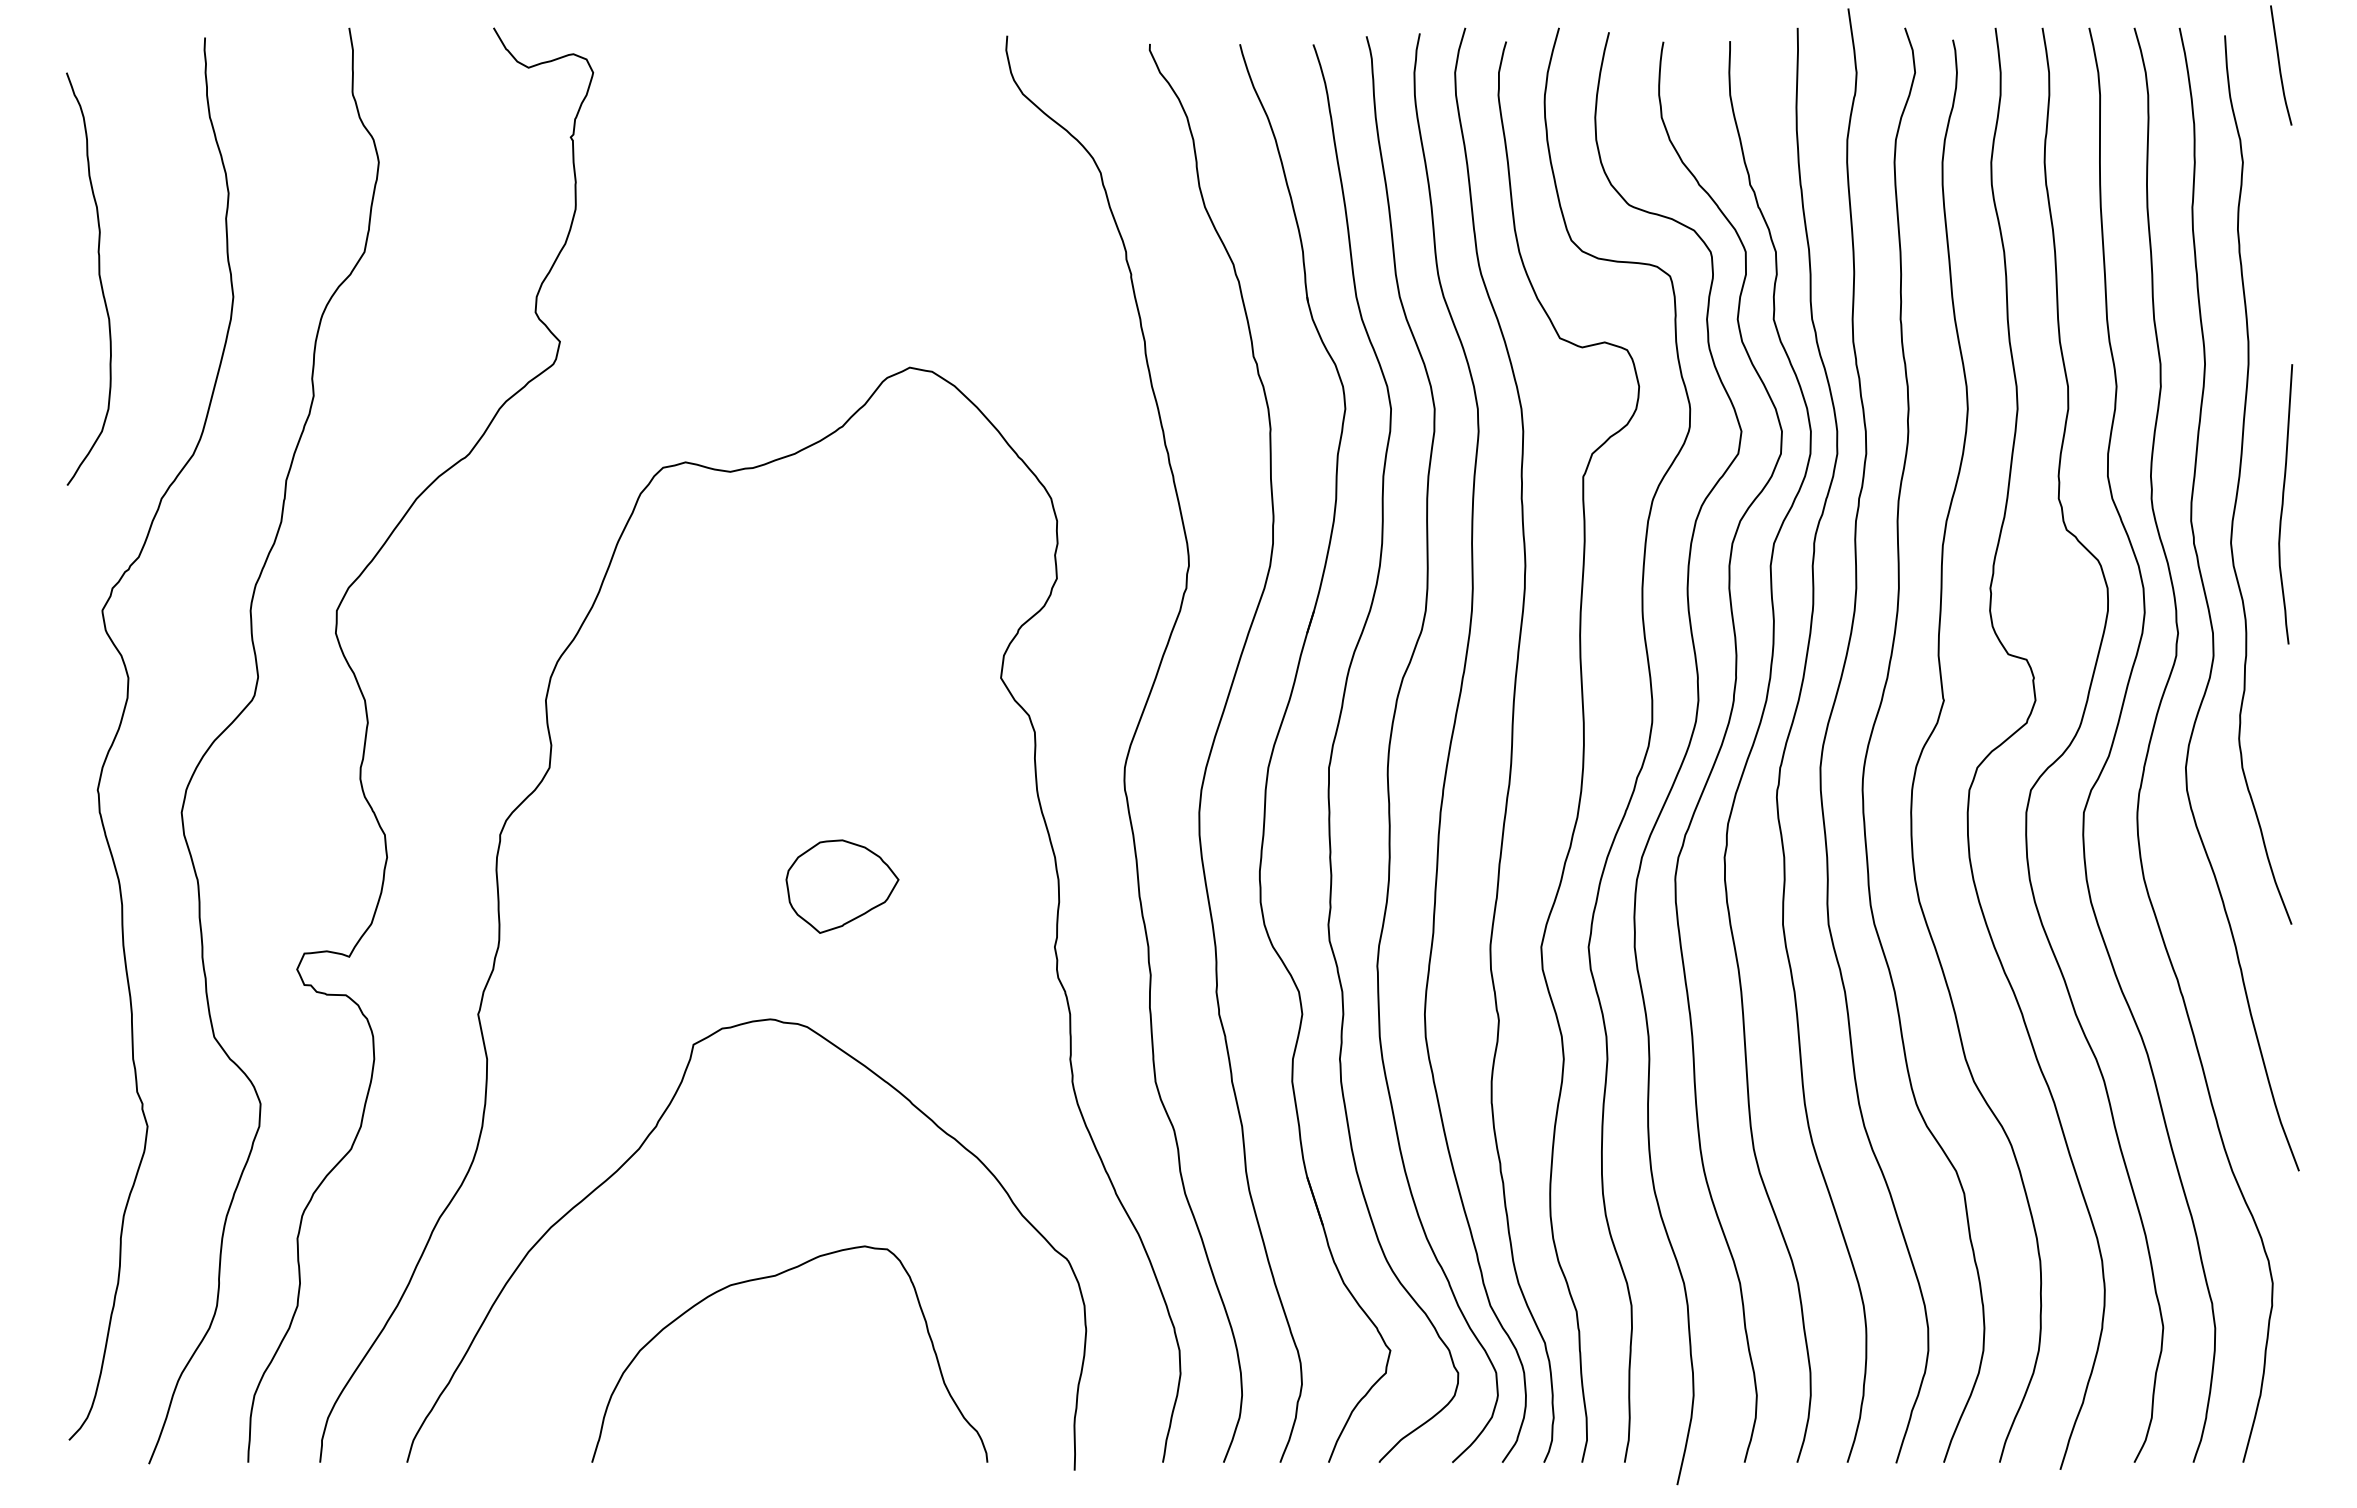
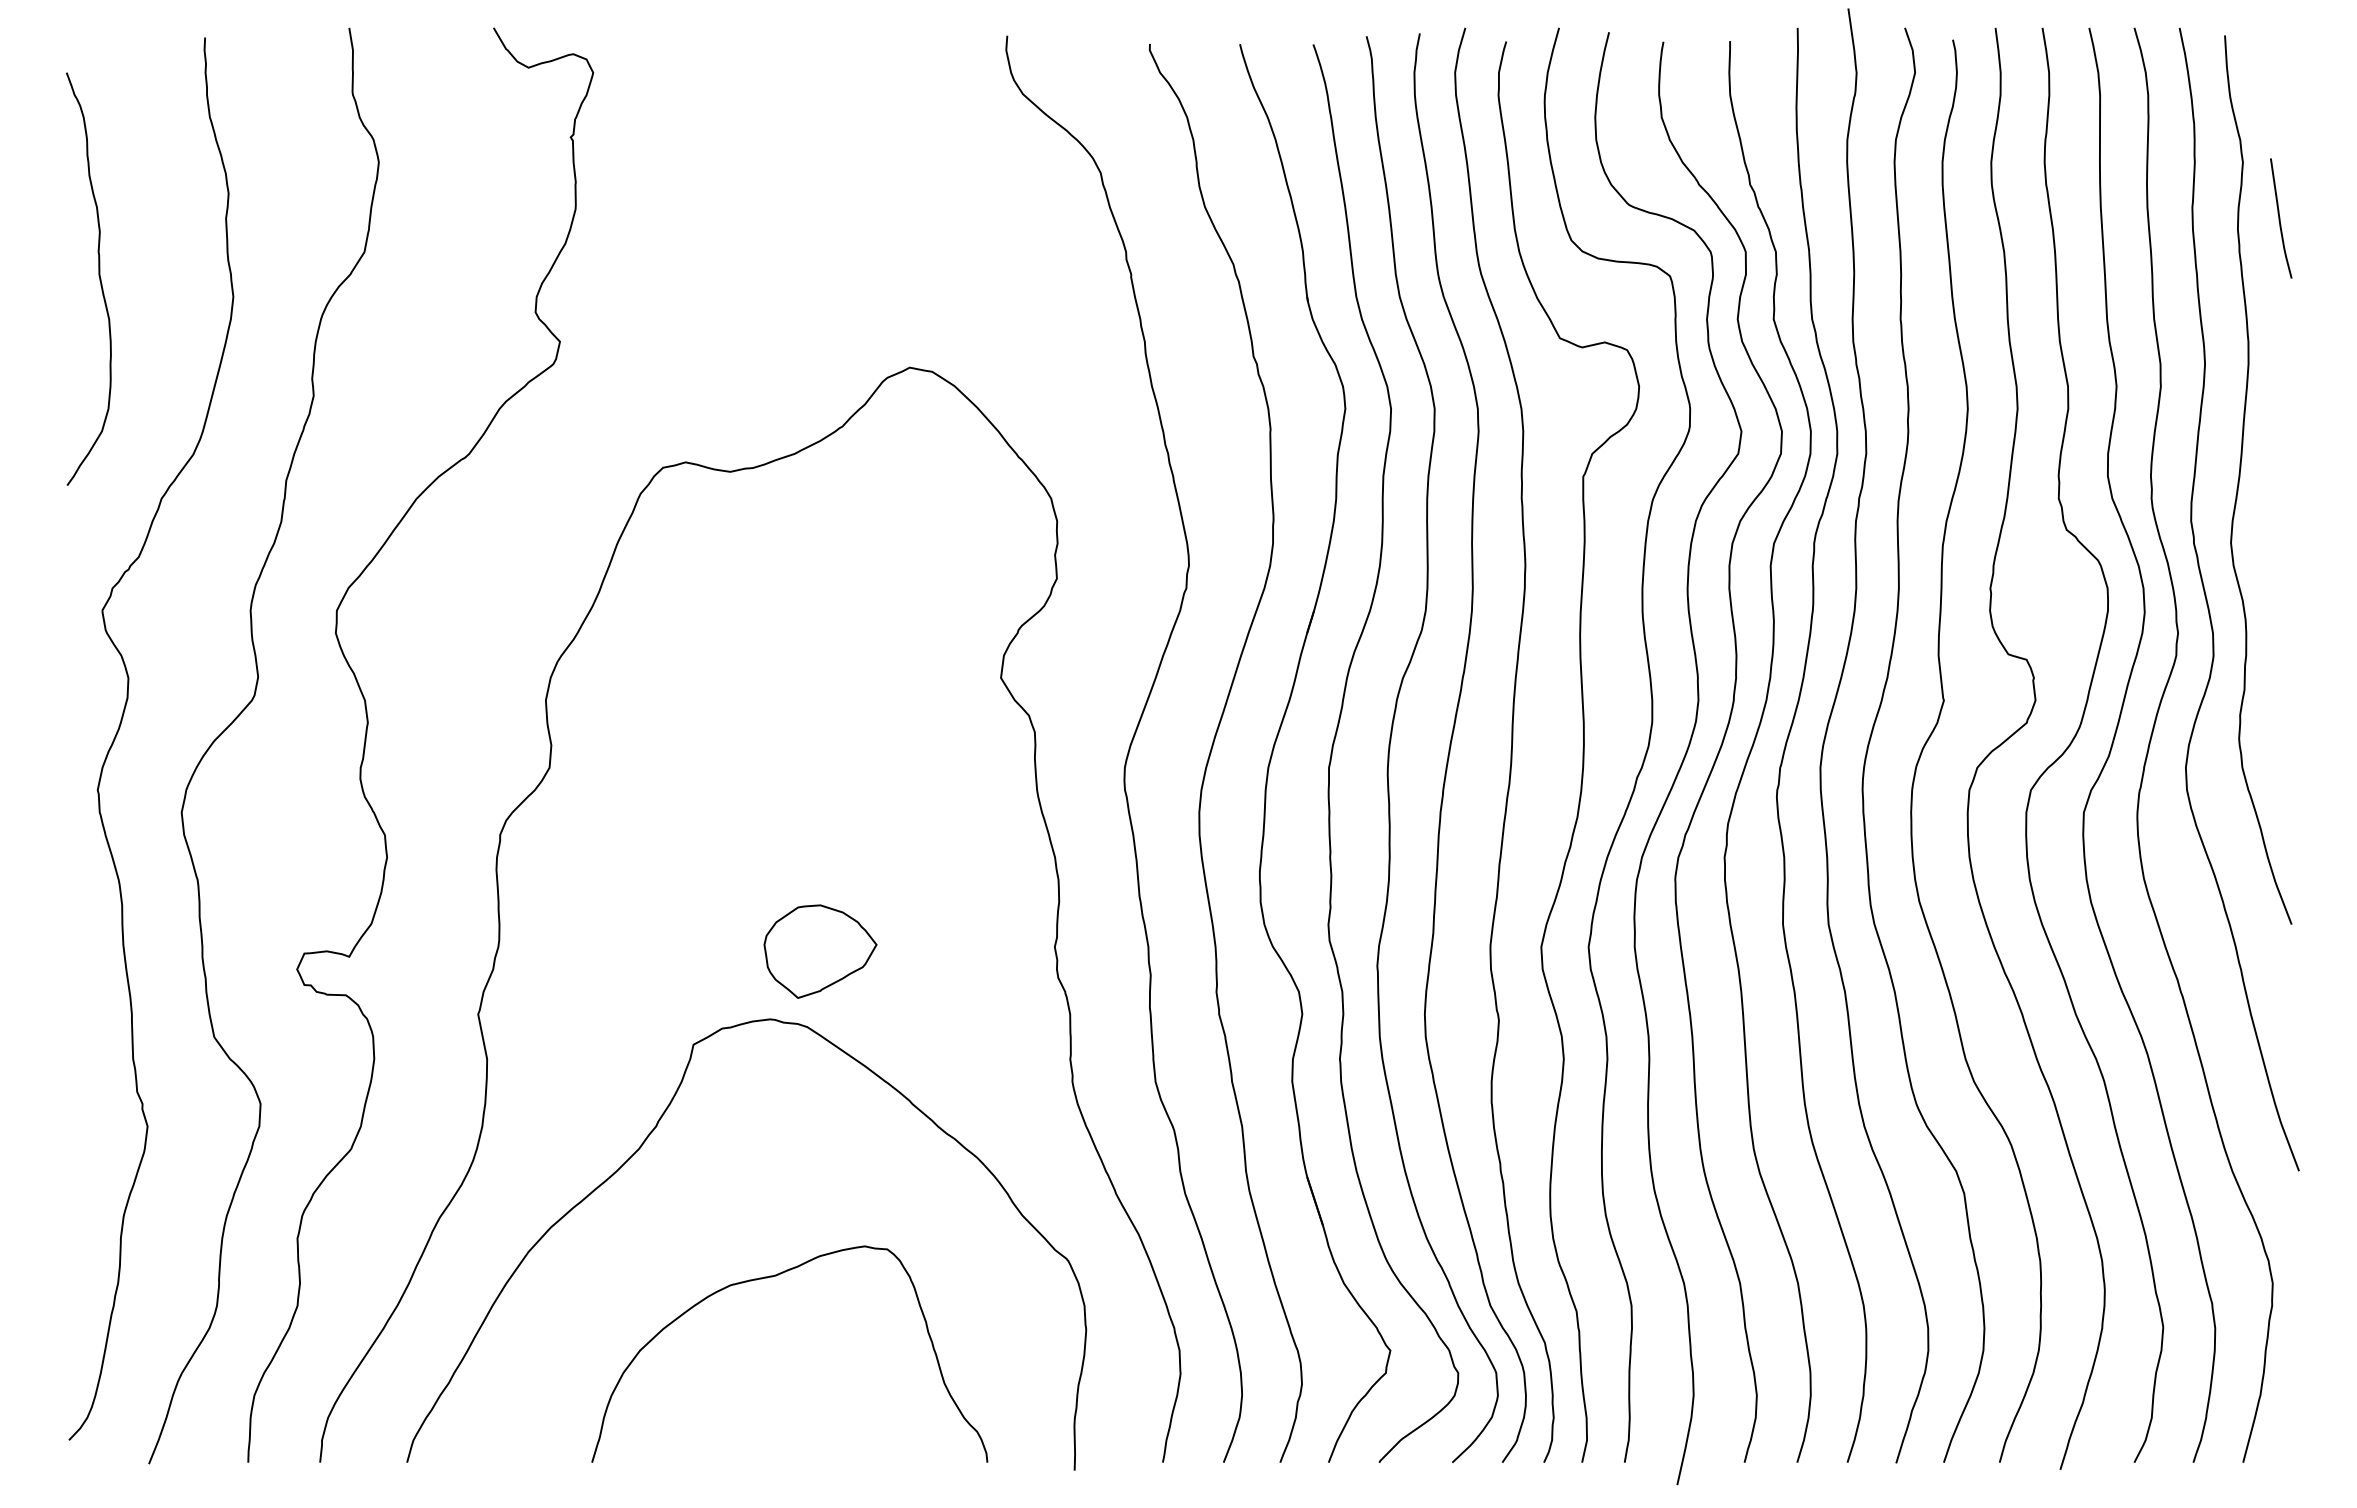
curve at (2280, 65) position: (2280, 65) -> (2280, 218)
curve at (2283, 504): present -> none
part at (842, 886) position: (842, 886) -> (820, 951)
